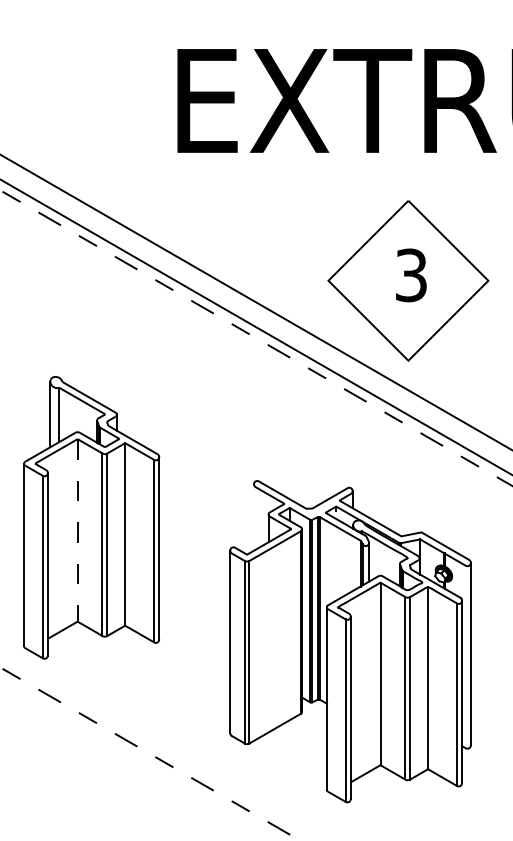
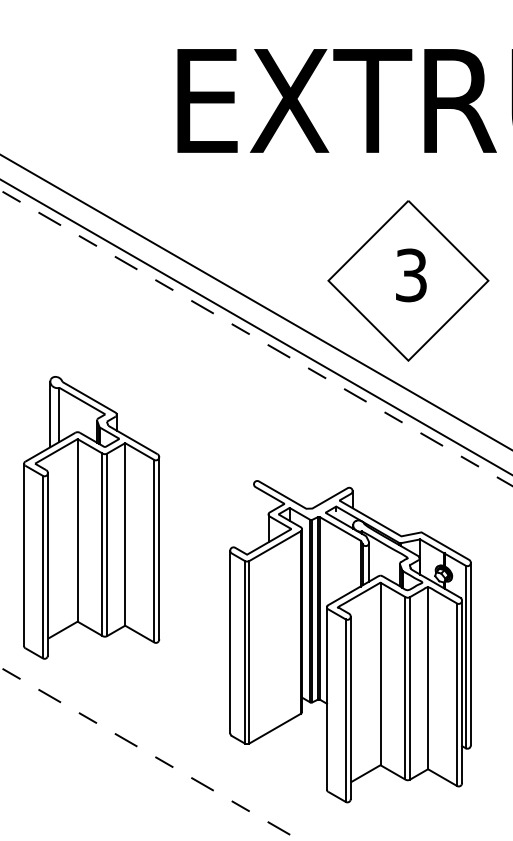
line at (77, 530): dashed -> solid
line at (465, 656): none -> present
